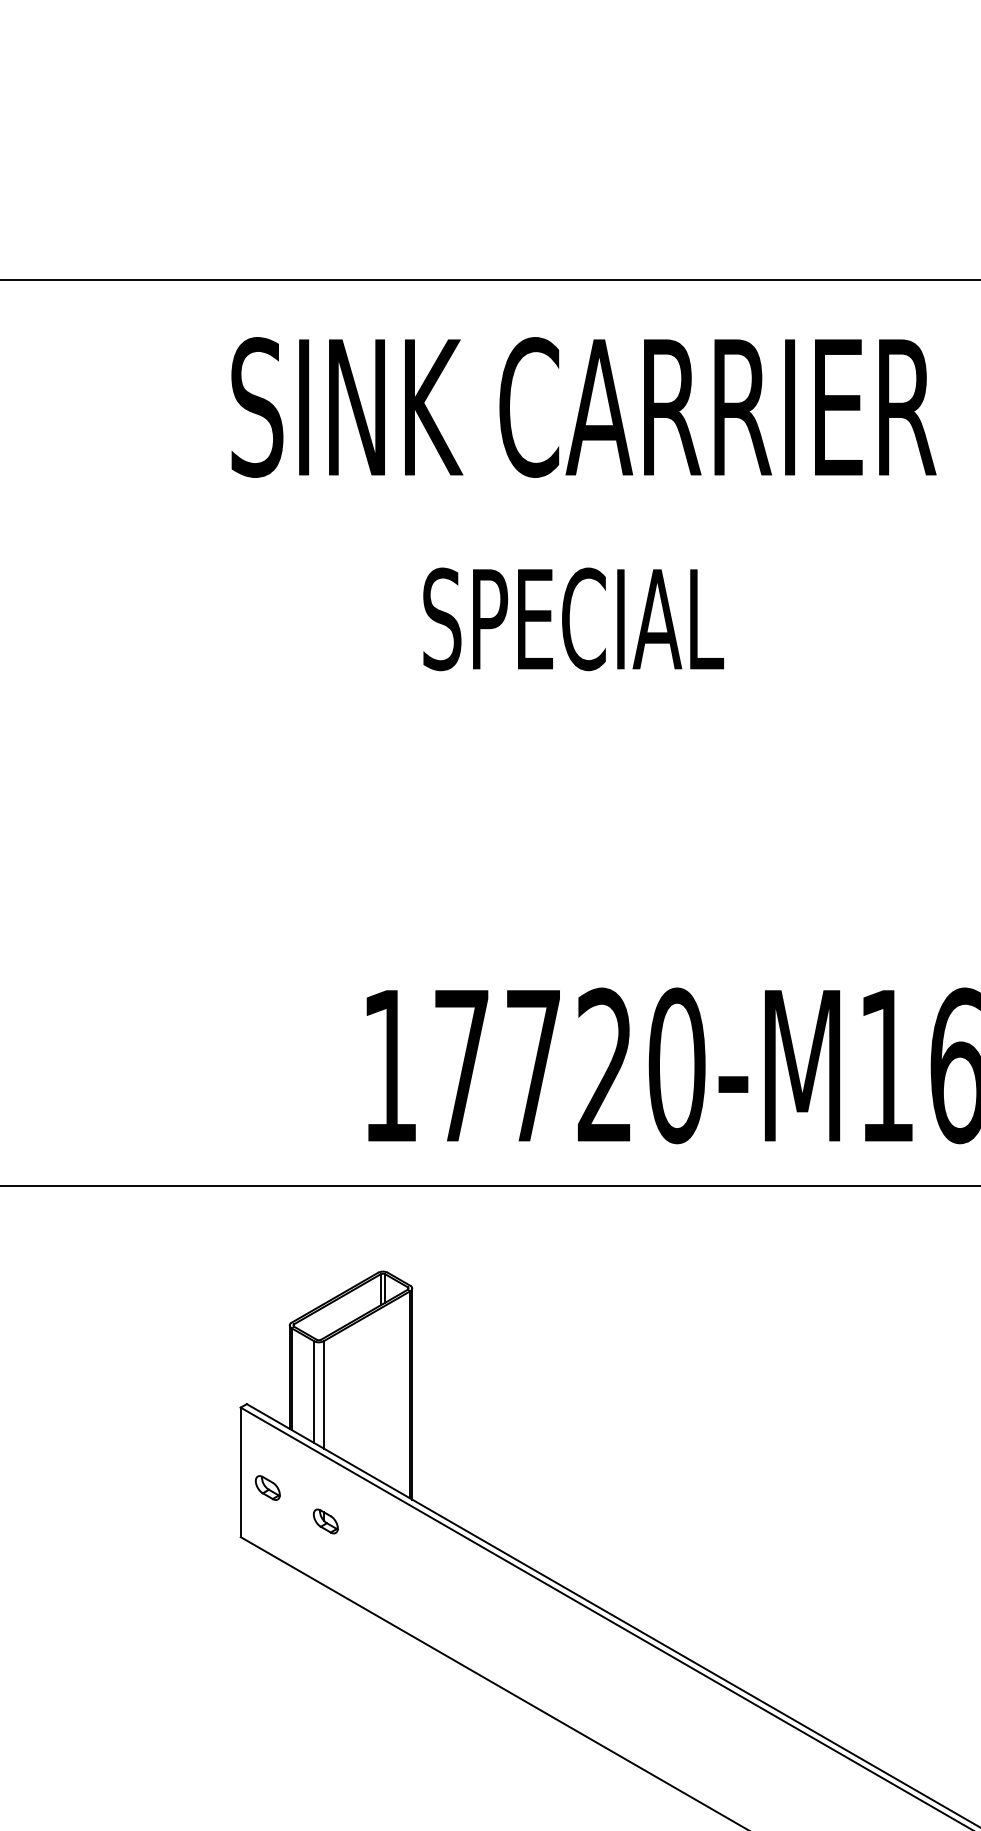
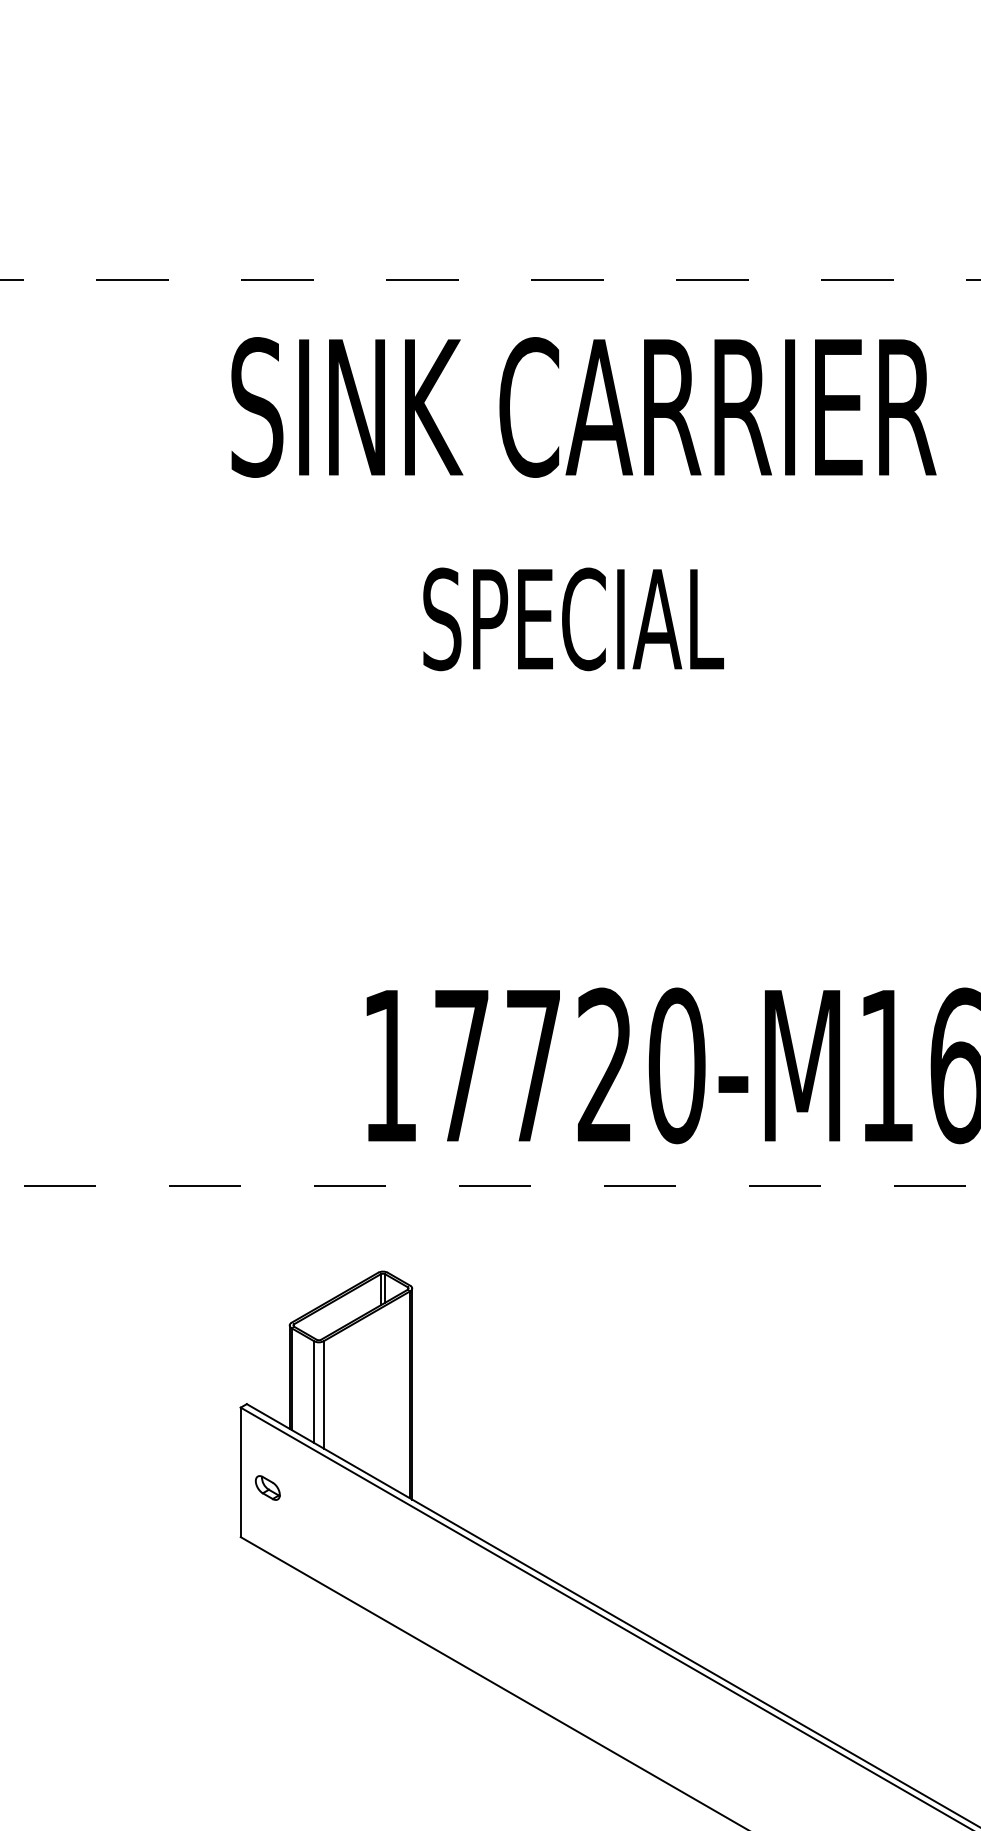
line at (490, 279): solid -> dashed
line at (490, 1186): solid -> dashed
part at (325, 1521): present -> none
